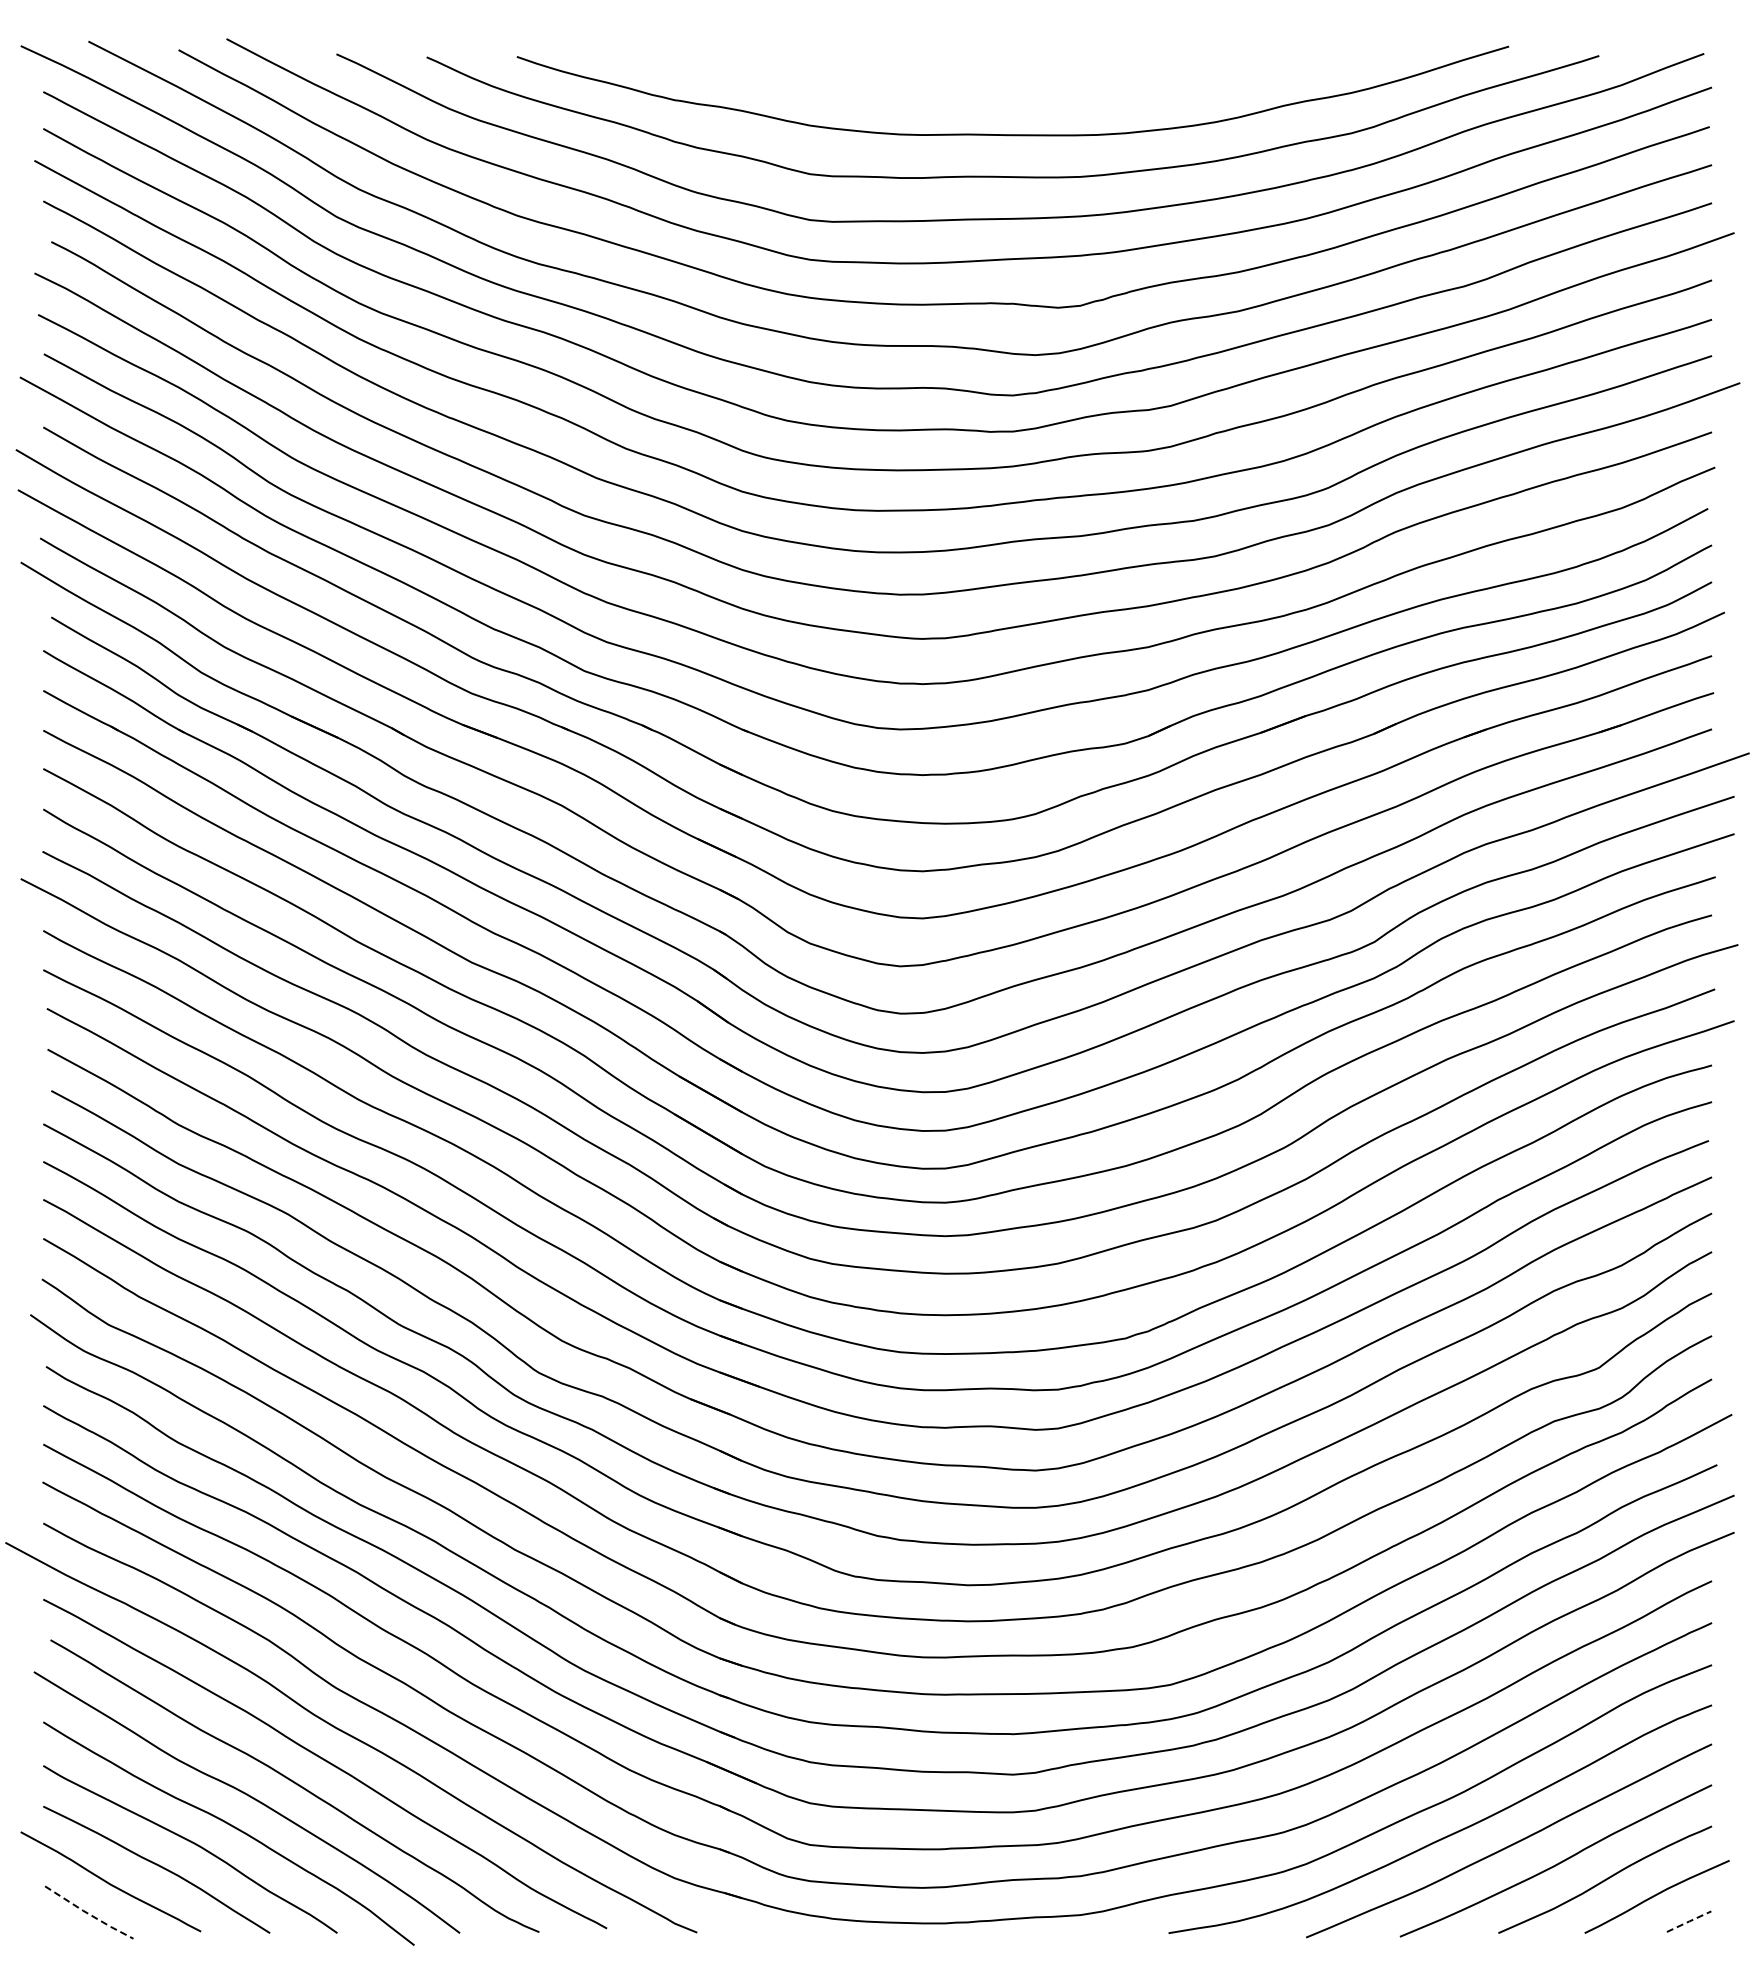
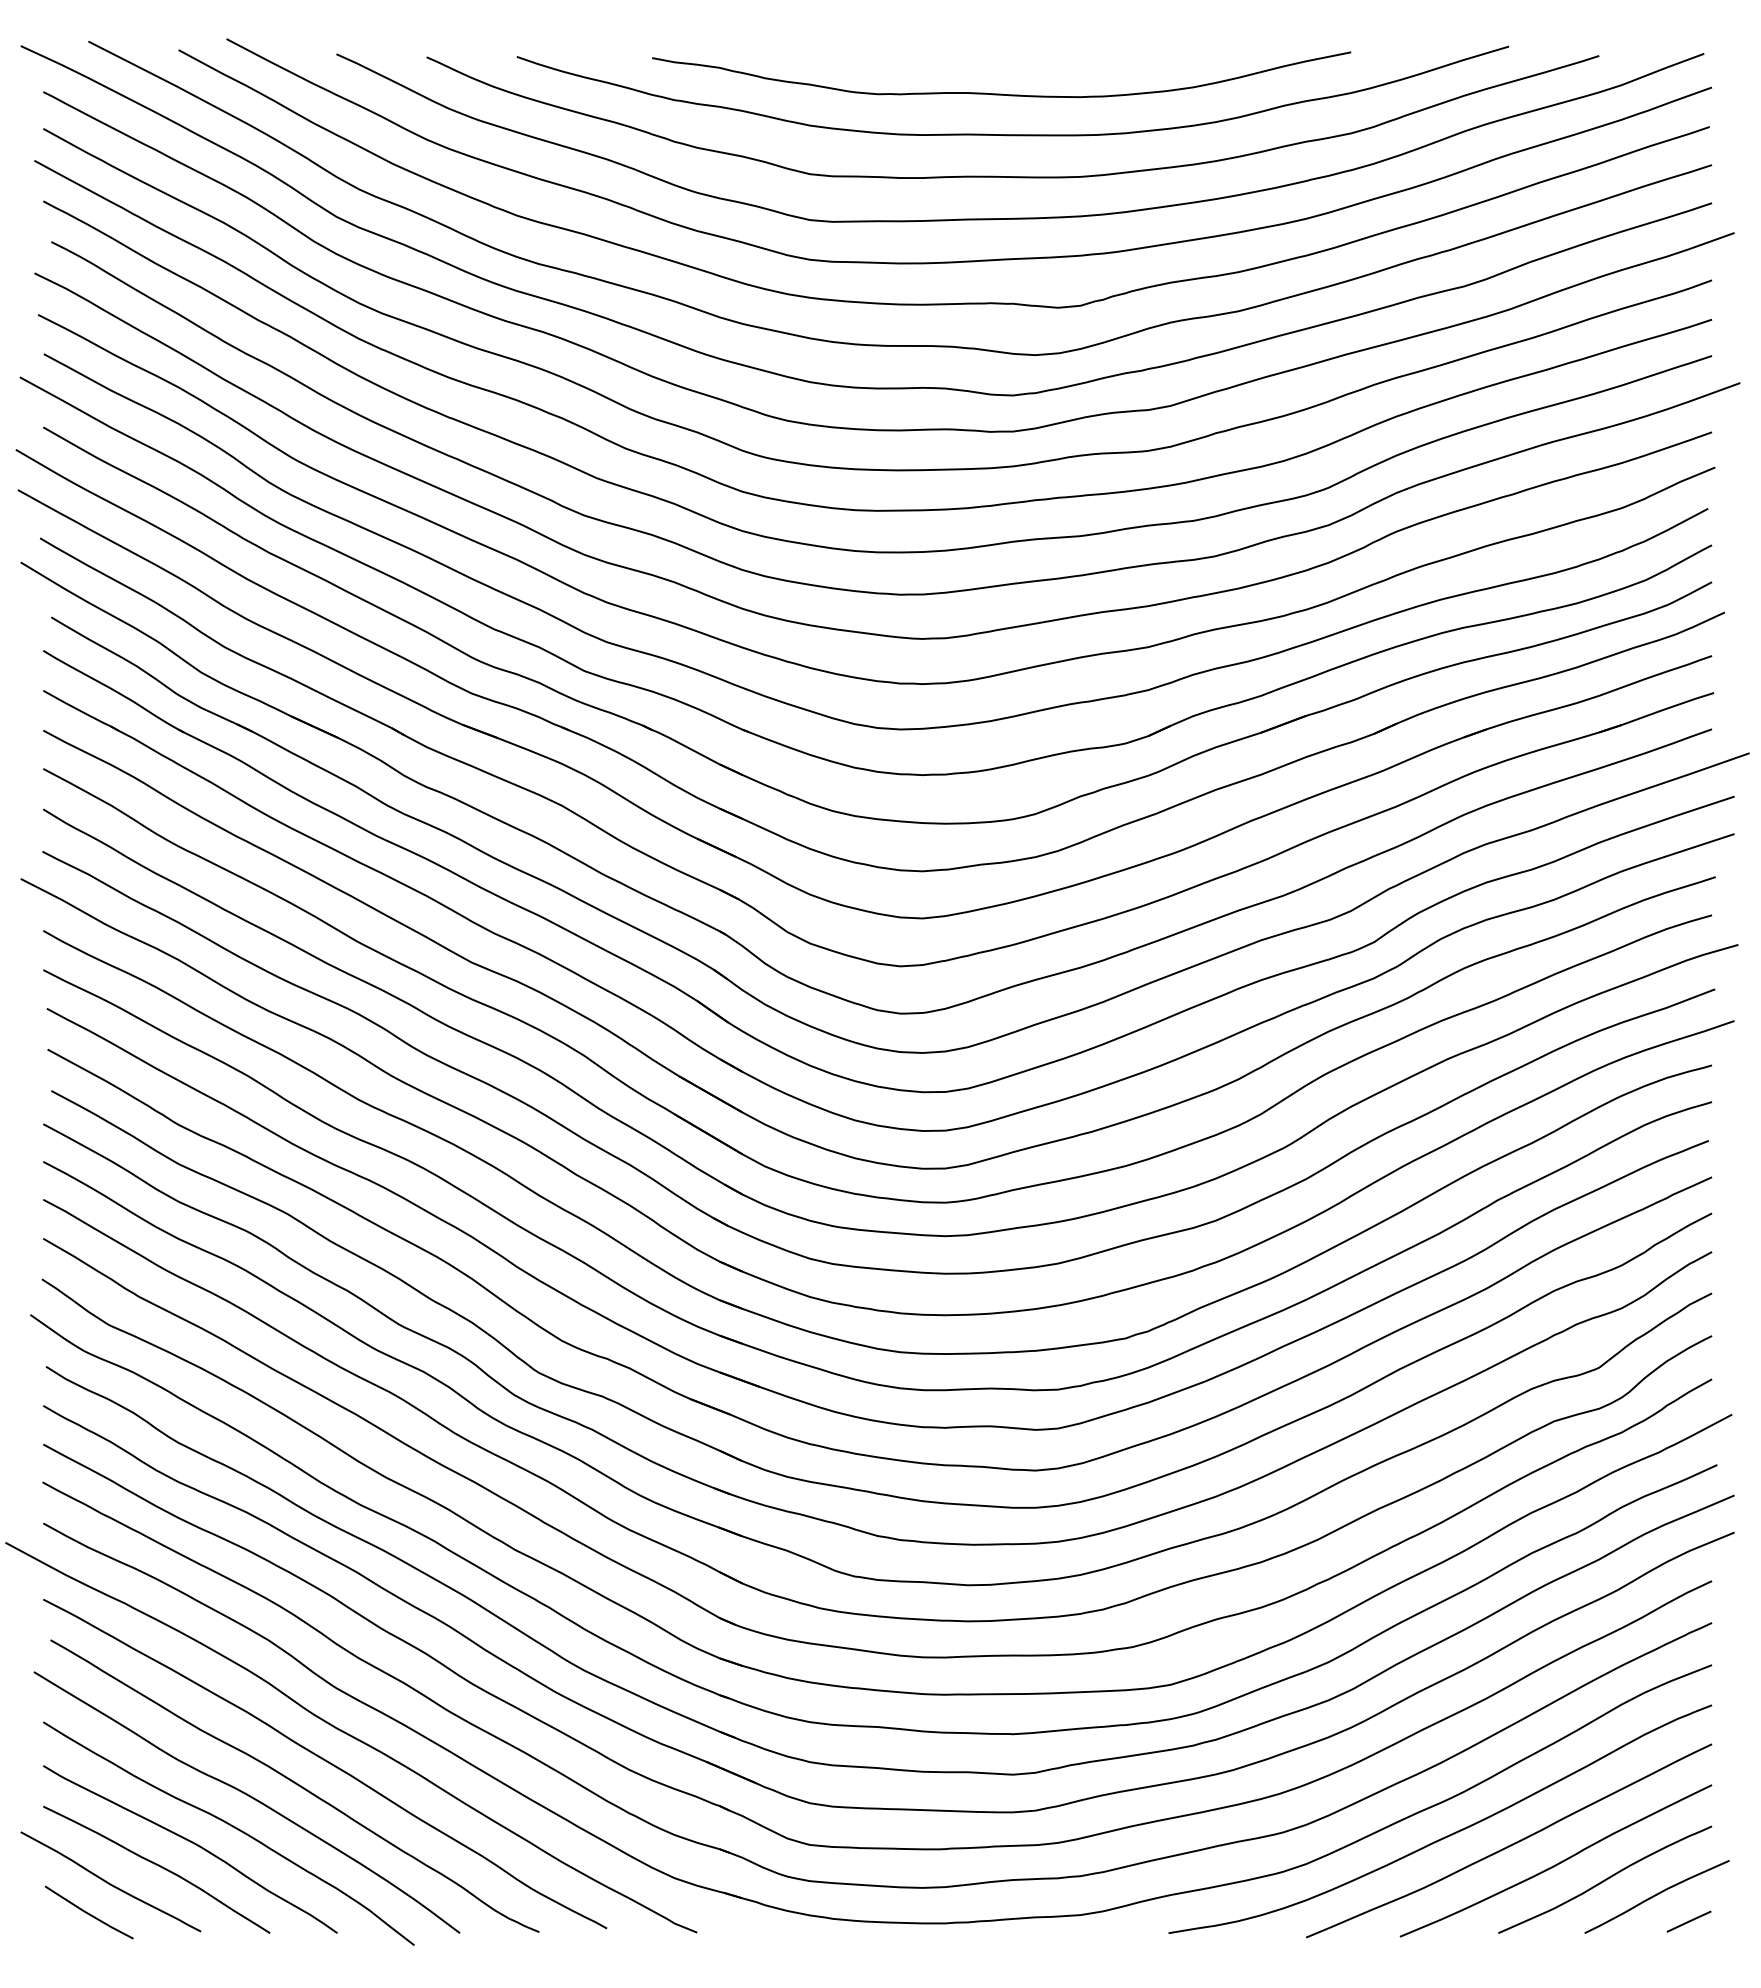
curve at (1001, 93): none -> present
line at (89, 1914): dashed -> solid
line at (1689, 1921): dashed -> solid
